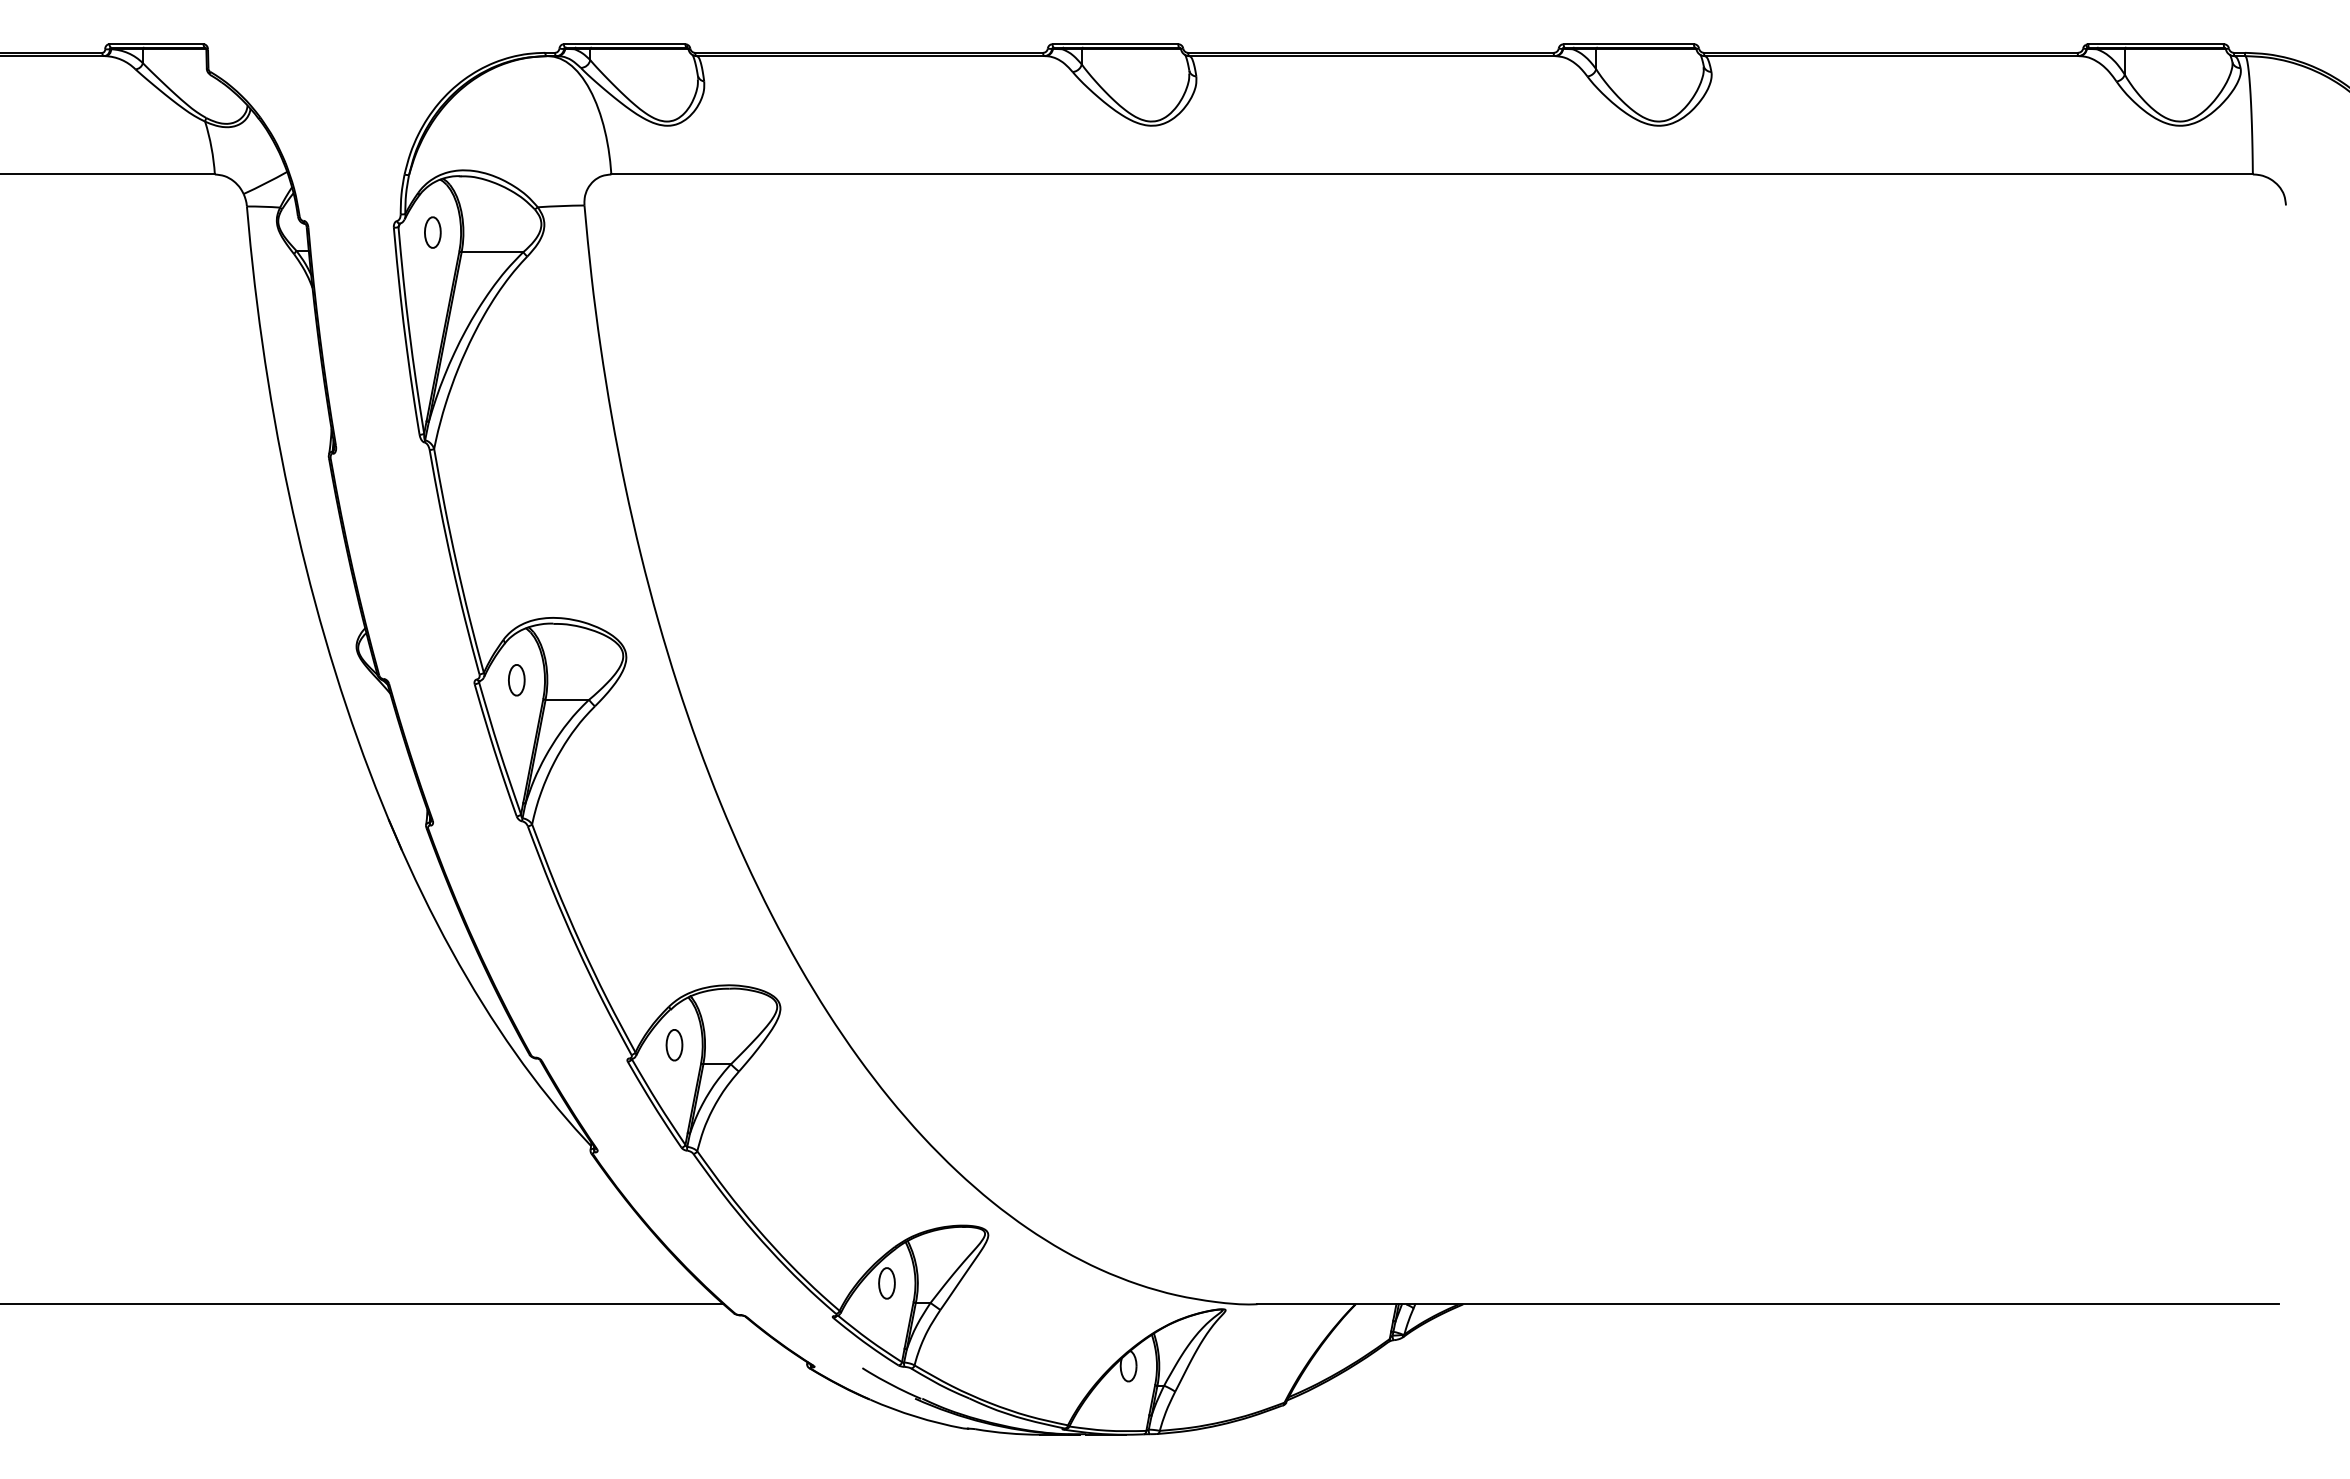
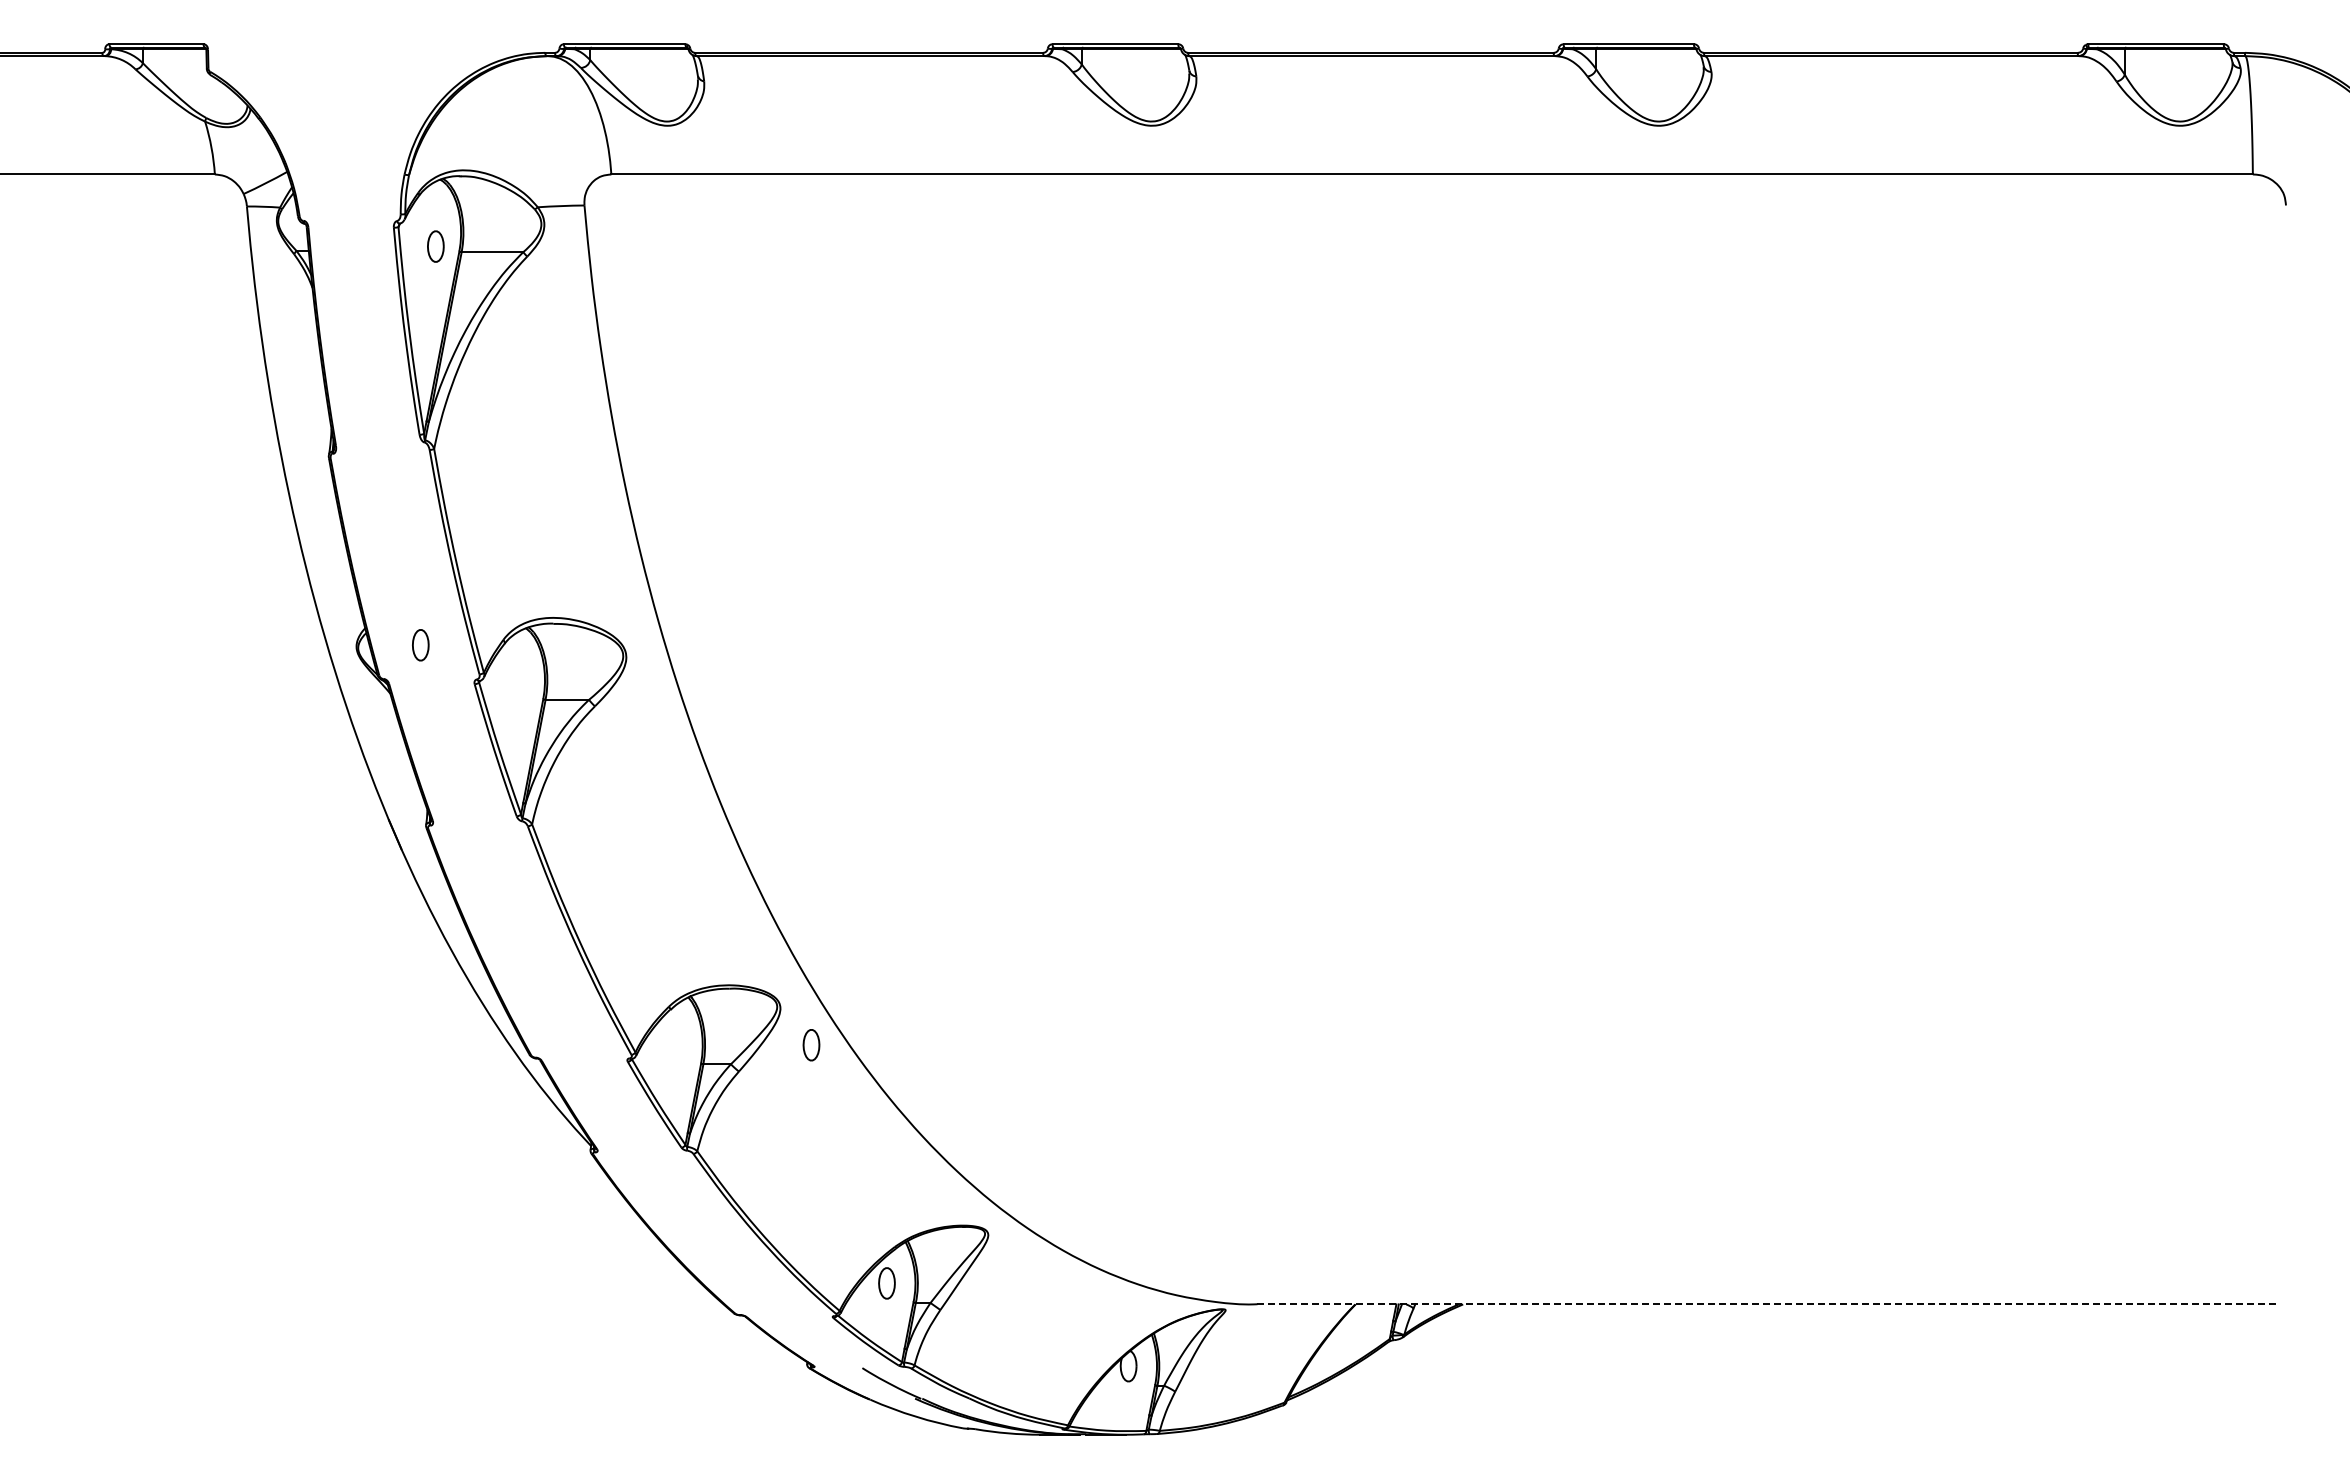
part at (432, 232) position: (432, 232) -> (435, 246)
part at (516, 680) position: (516, 680) -> (420, 645)
part at (674, 1045) position: (674, 1045) -> (811, 1045)
line at (362, 1304): present -> none
line at (1768, 1304): solid -> dashed
